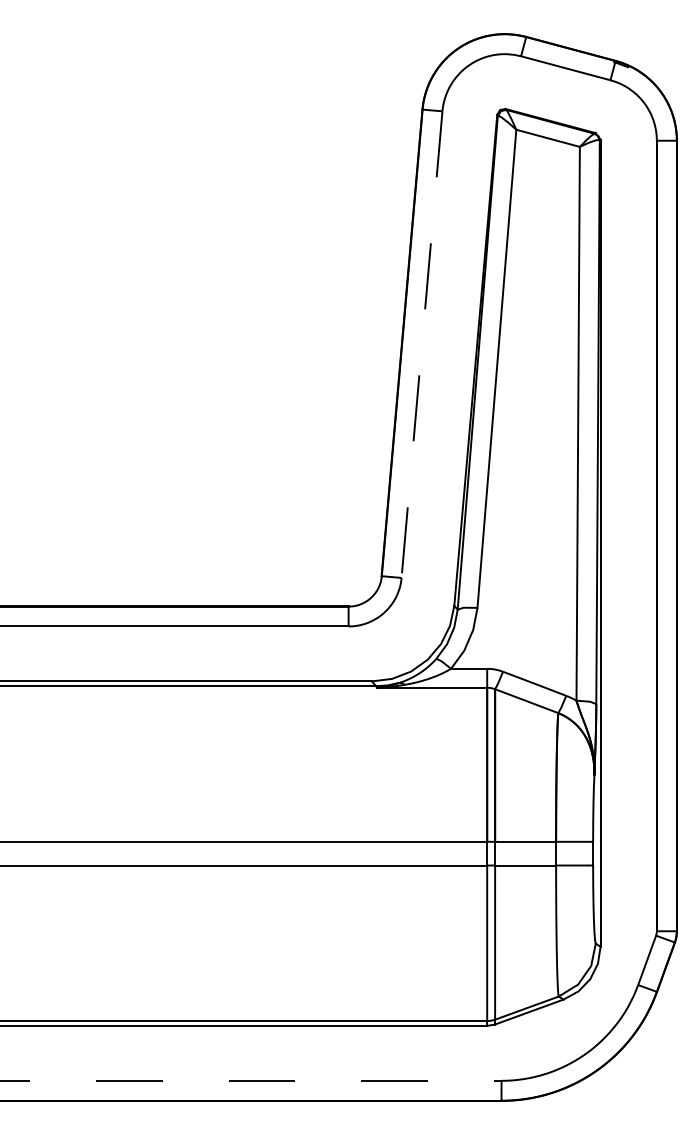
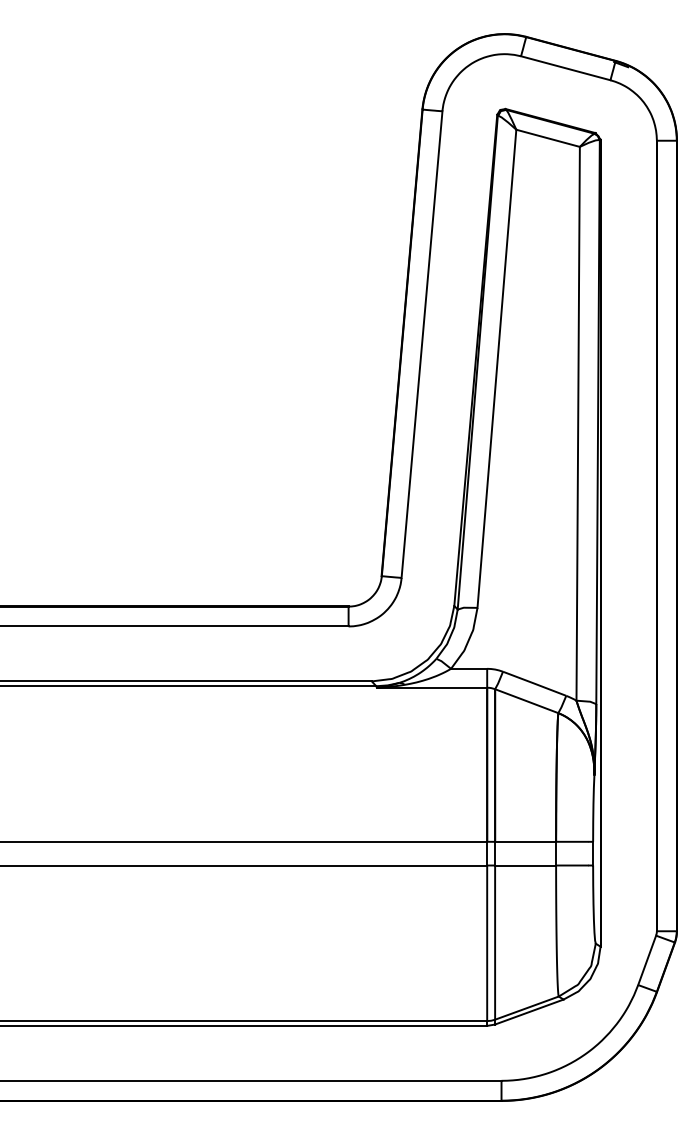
line at (421, 345): dashed -> solid
line at (251, 1080): dashed -> solid
